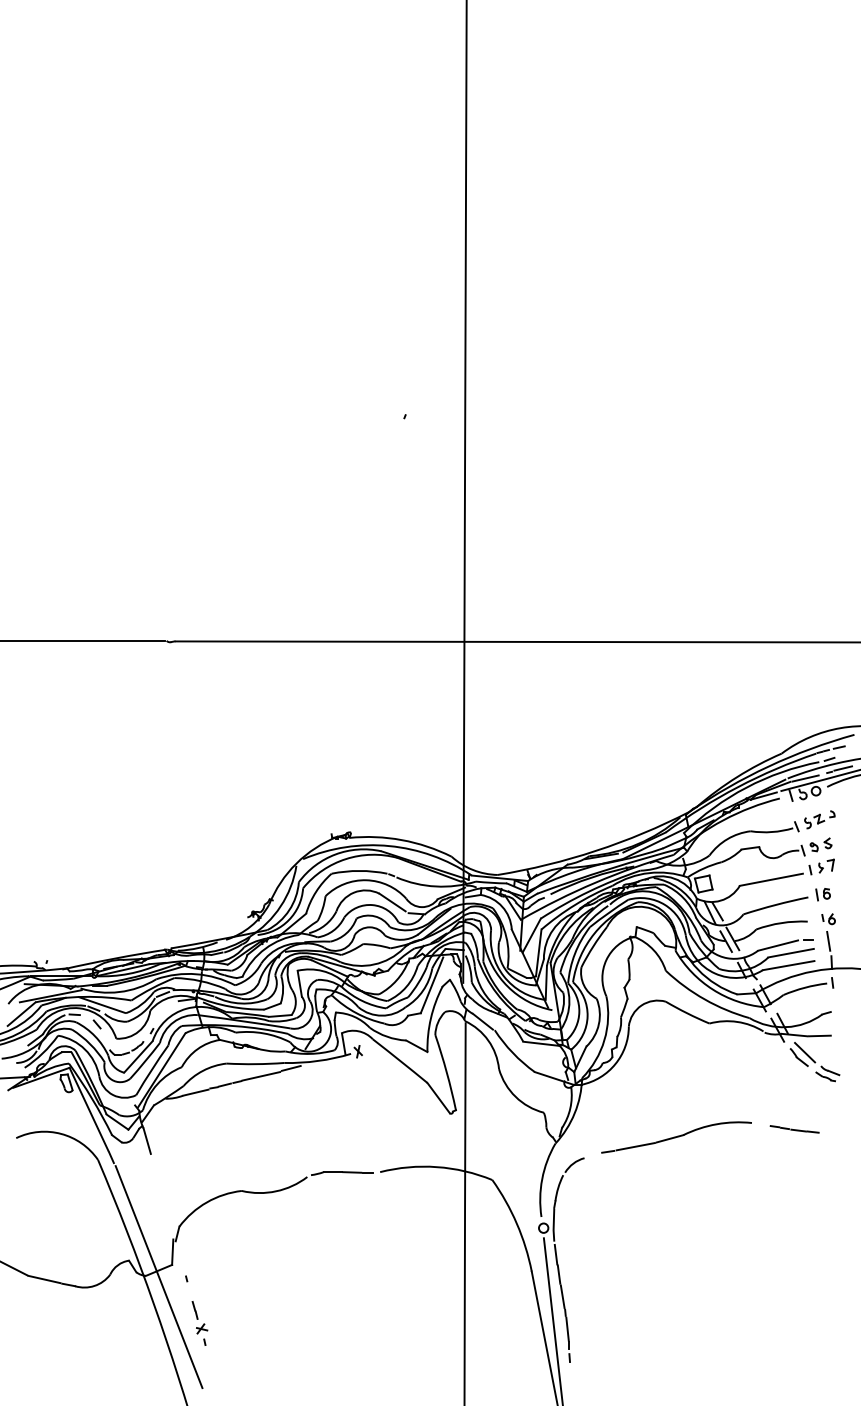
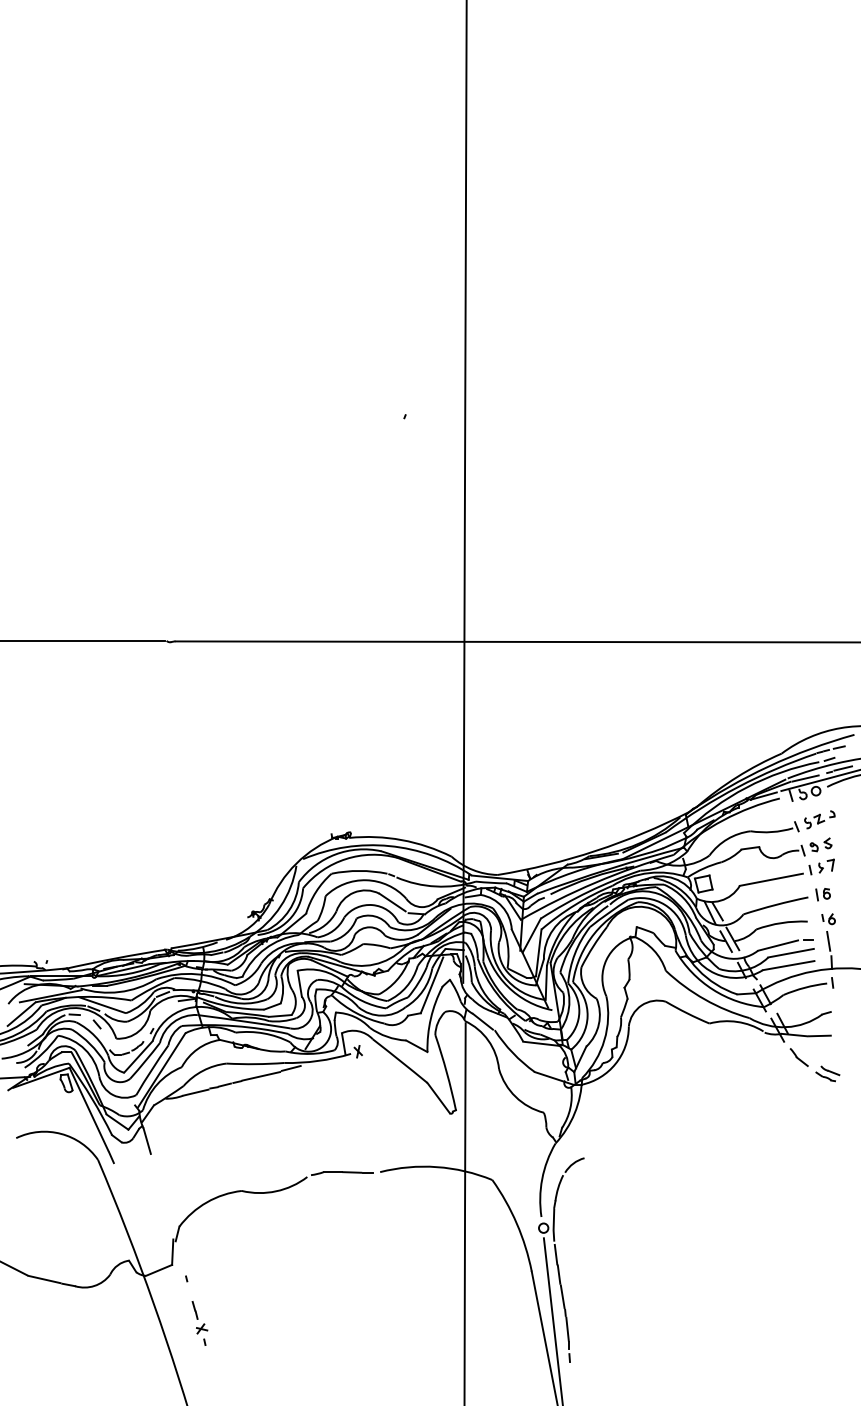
line at (805, 1052): present -> none
line at (794, 1129): present -> none
part at (676, 1137): present -> none
line at (158, 1277): present -> none
